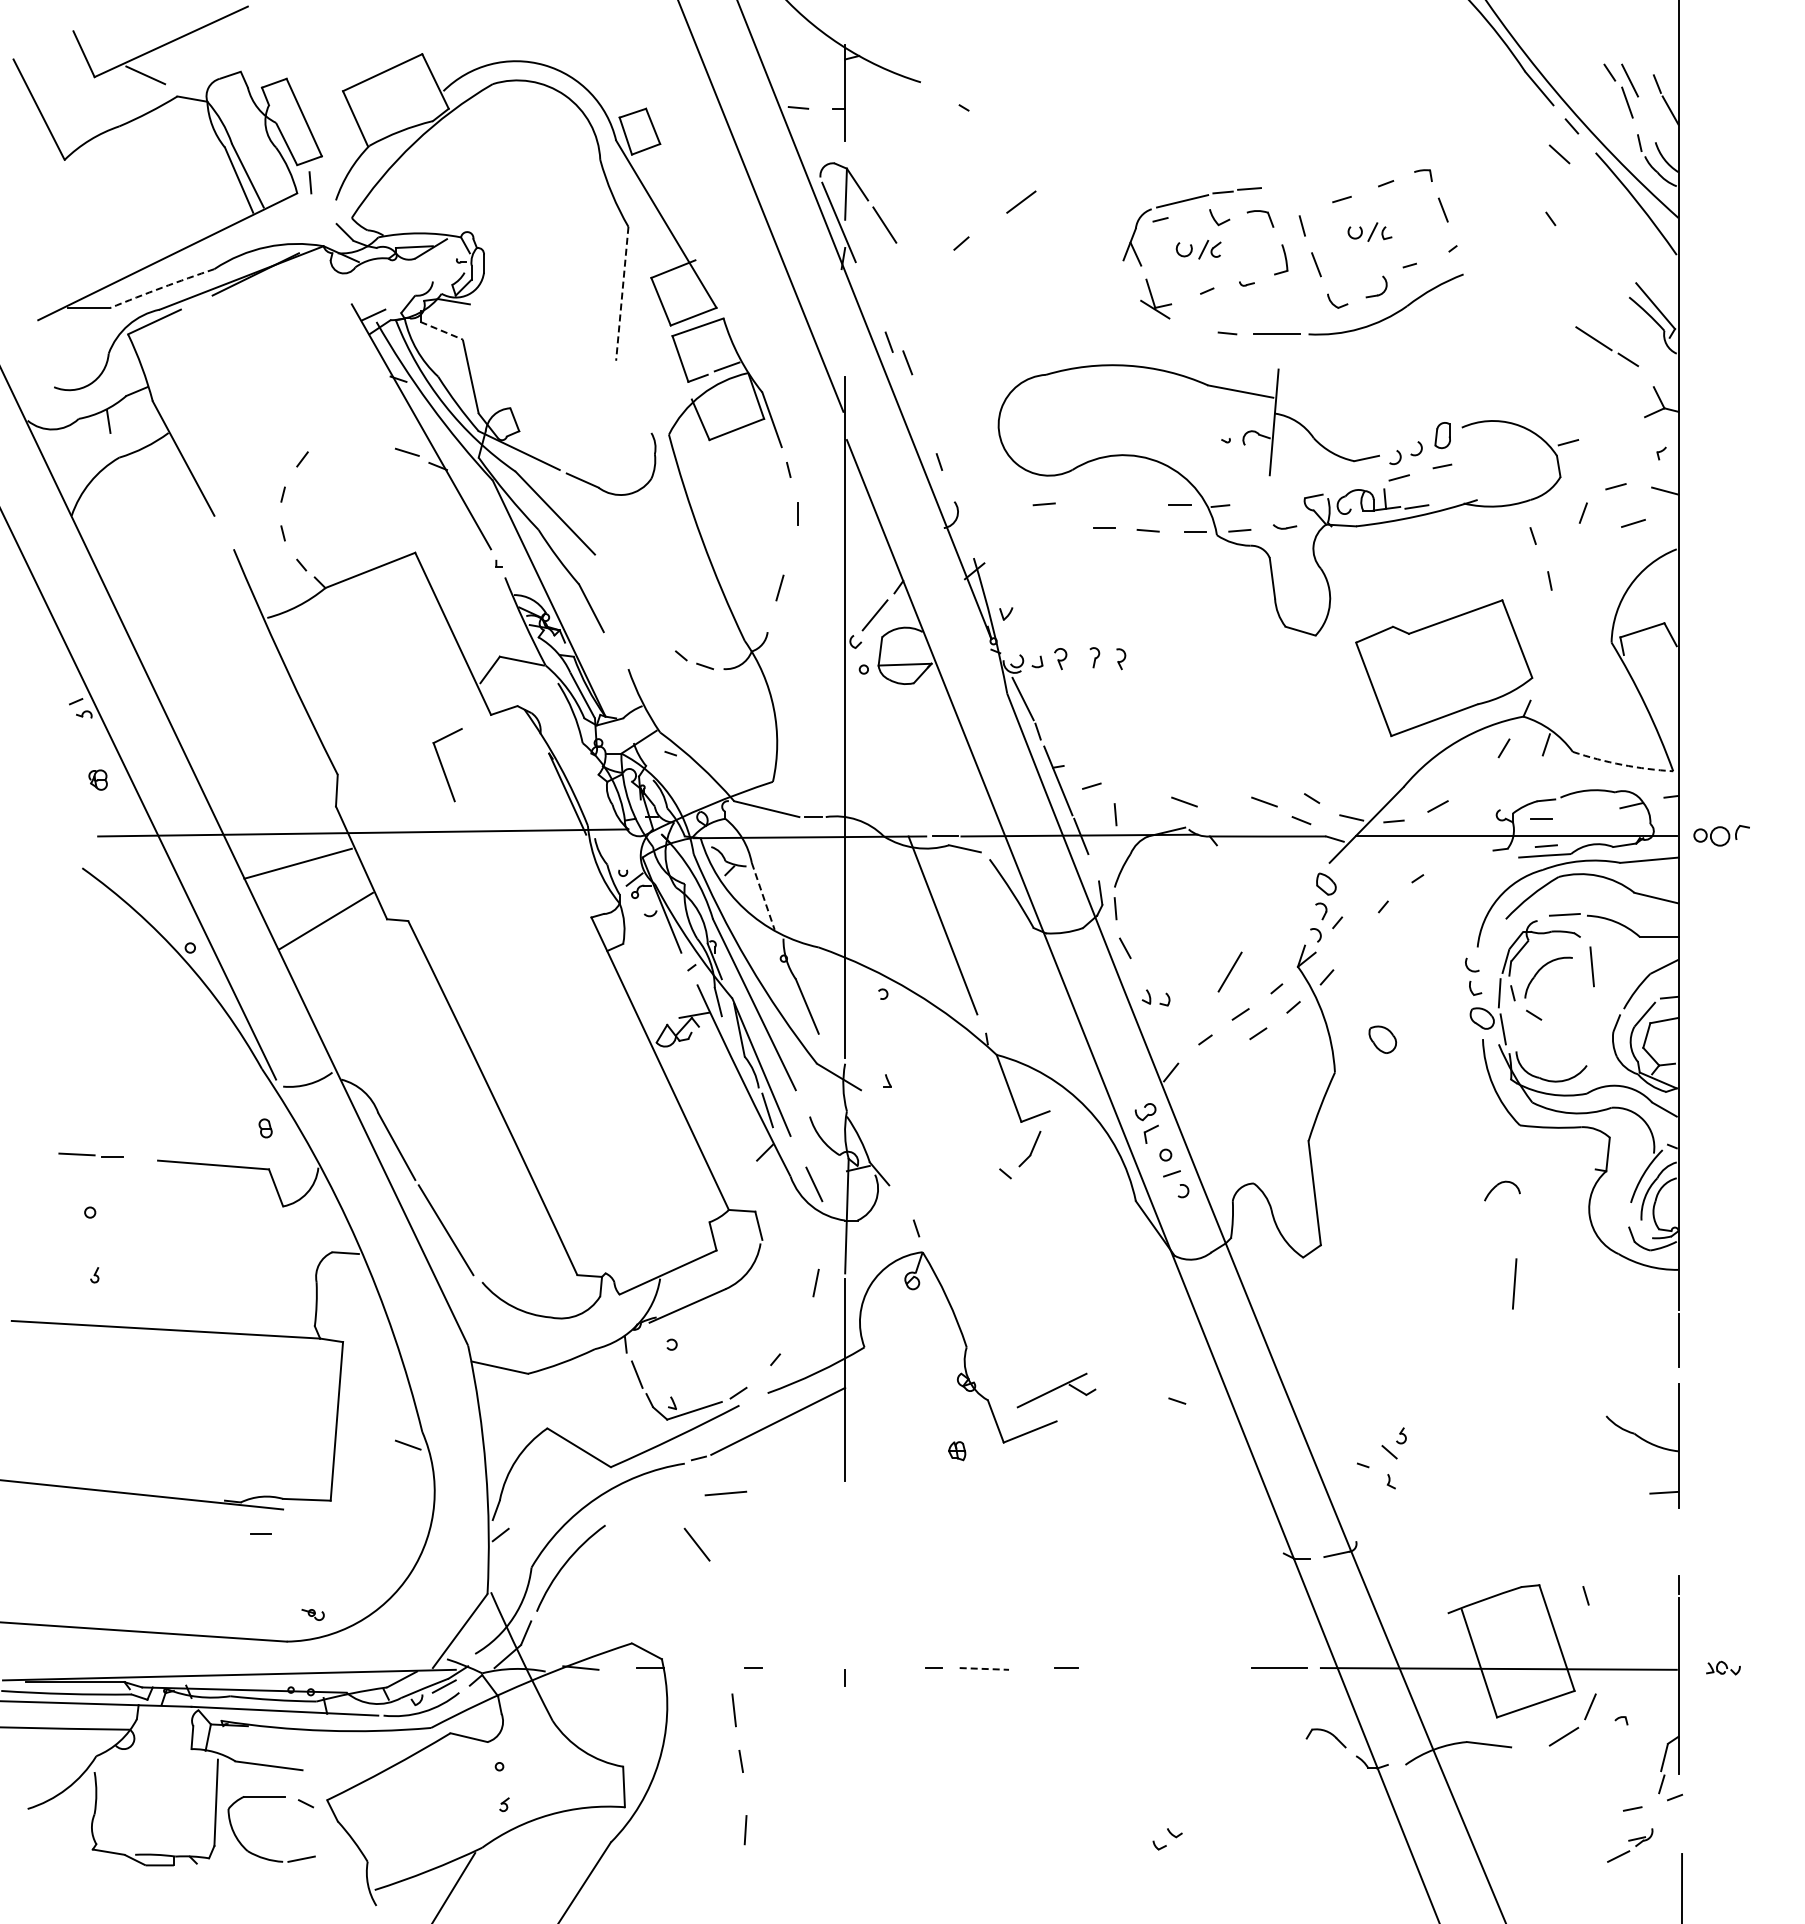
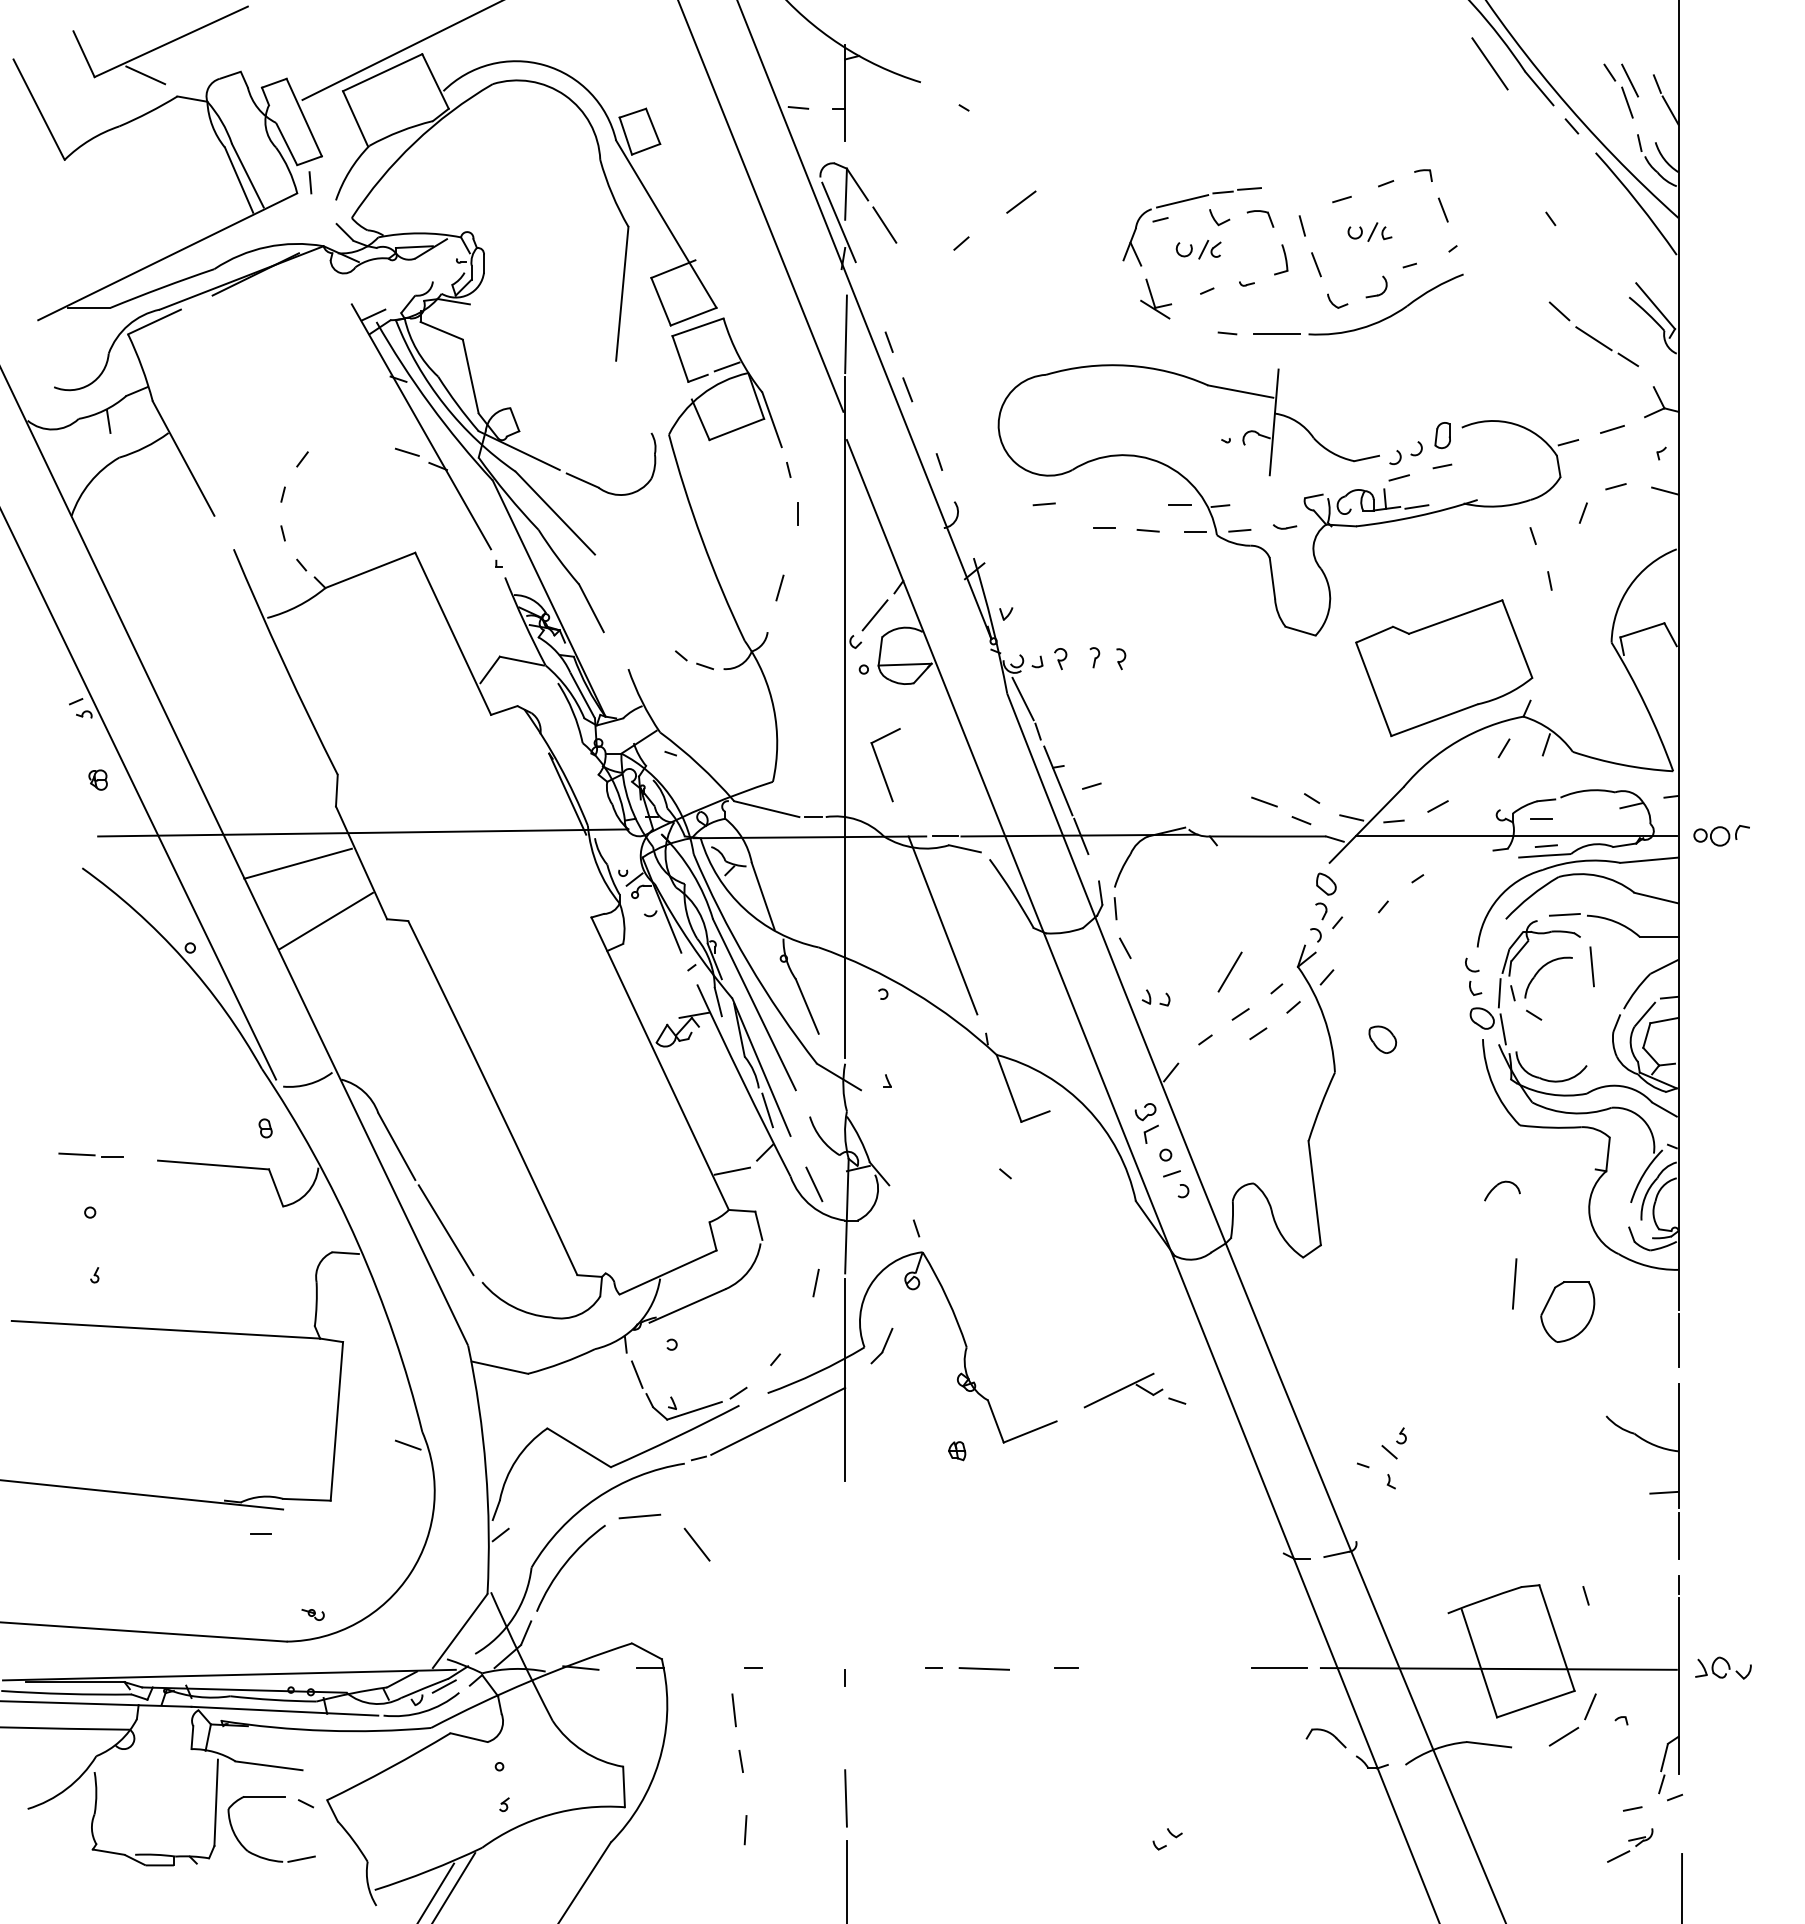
line at (400, 51): none -> present
line at (1489, 63): none -> present
line at (1559, 154) position: (1559, 154) -> (1559, 311)
arc at (162, 287): dashed -> solid
line at (622, 294): dashed -> solid
line at (441, 330): dashed -> solid
line at (845, 334): none -> present
line at (907, 362) position: (907, 362) -> (907, 389)
line at (1633, 523) position: (1633, 523) -> (1612, 429)
arc at (1622, 764): dashed -> solid
part at (447, 765) position: (447, 765) -> (885, 765)
line at (1184, 801): present -> none
line at (1115, 814): present -> none
line at (763, 896): dashed -> solid
part at (1029, 1149) position: (1029, 1149) -> (881, 1346)
line at (732, 1170): none -> present
part at (1567, 1311): none -> present
part at (1056, 1390) position: (1056, 1390) -> (1123, 1390)
line at (725, 1493) position: (725, 1493) -> (639, 1516)
line at (1678, 1535): none -> present
part at (1723, 1667) size: 35x16 px -> 57x24 px
line at (984, 1668): dashed -> solid
line at (845, 1798): none -> present
line at (846, 1880): none -> present
line at (436, 1891): none -> present
